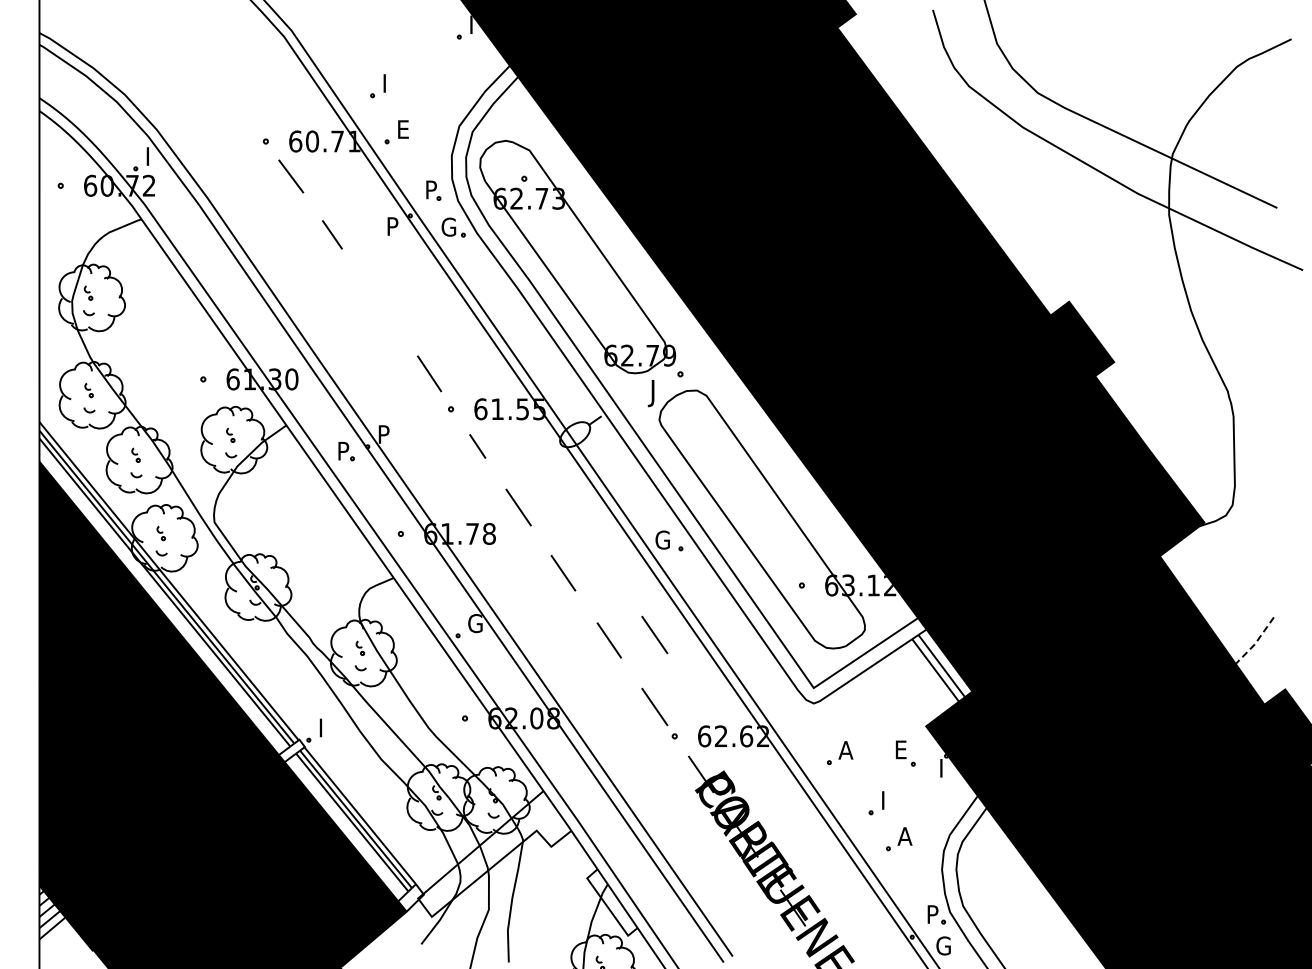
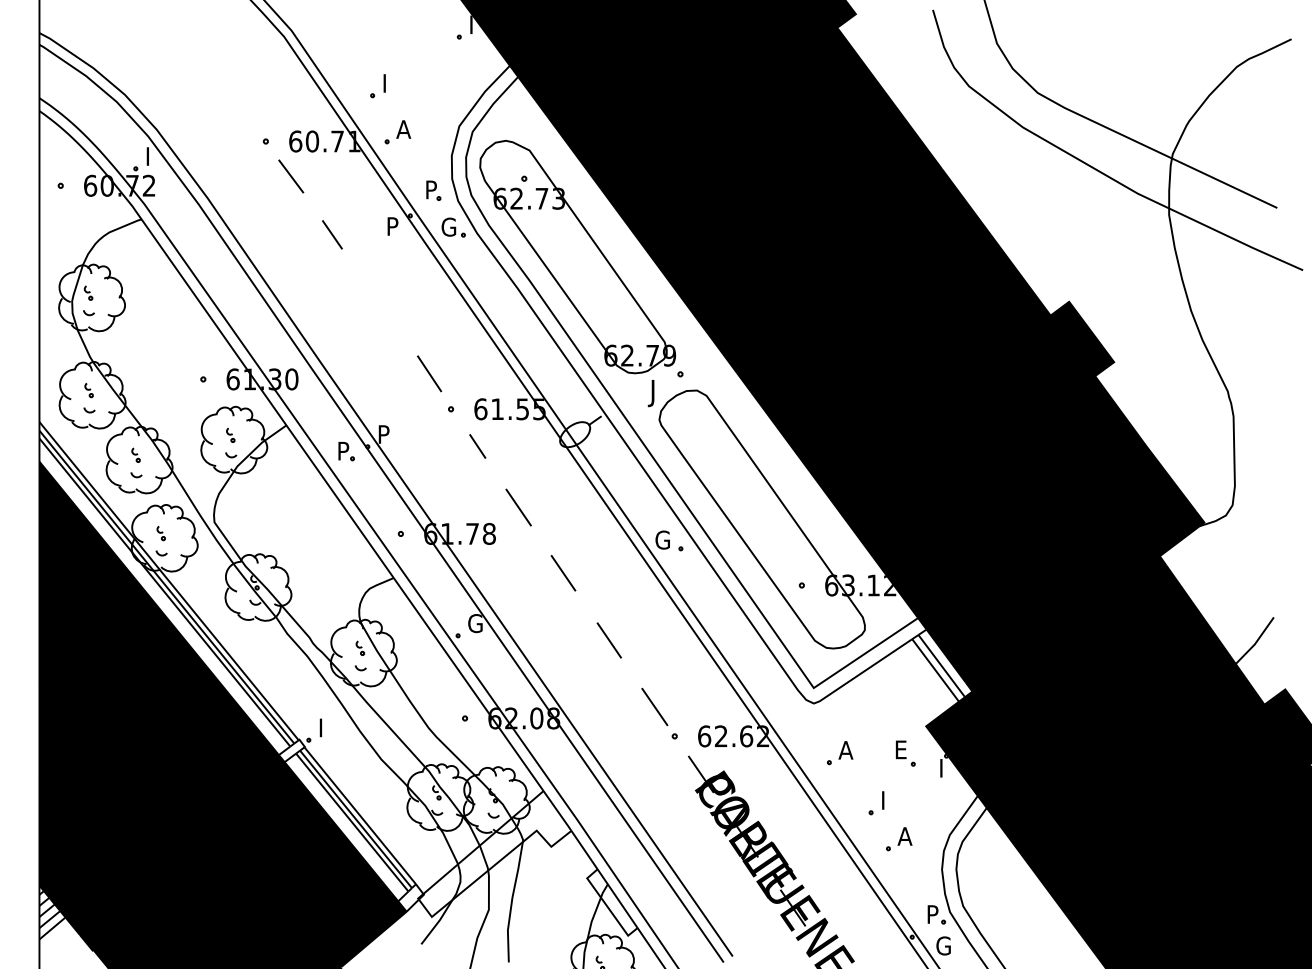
text at (403, 129): E -> A
line at (654, 634): present -> none
line at (1255, 642): dashed -> solid
